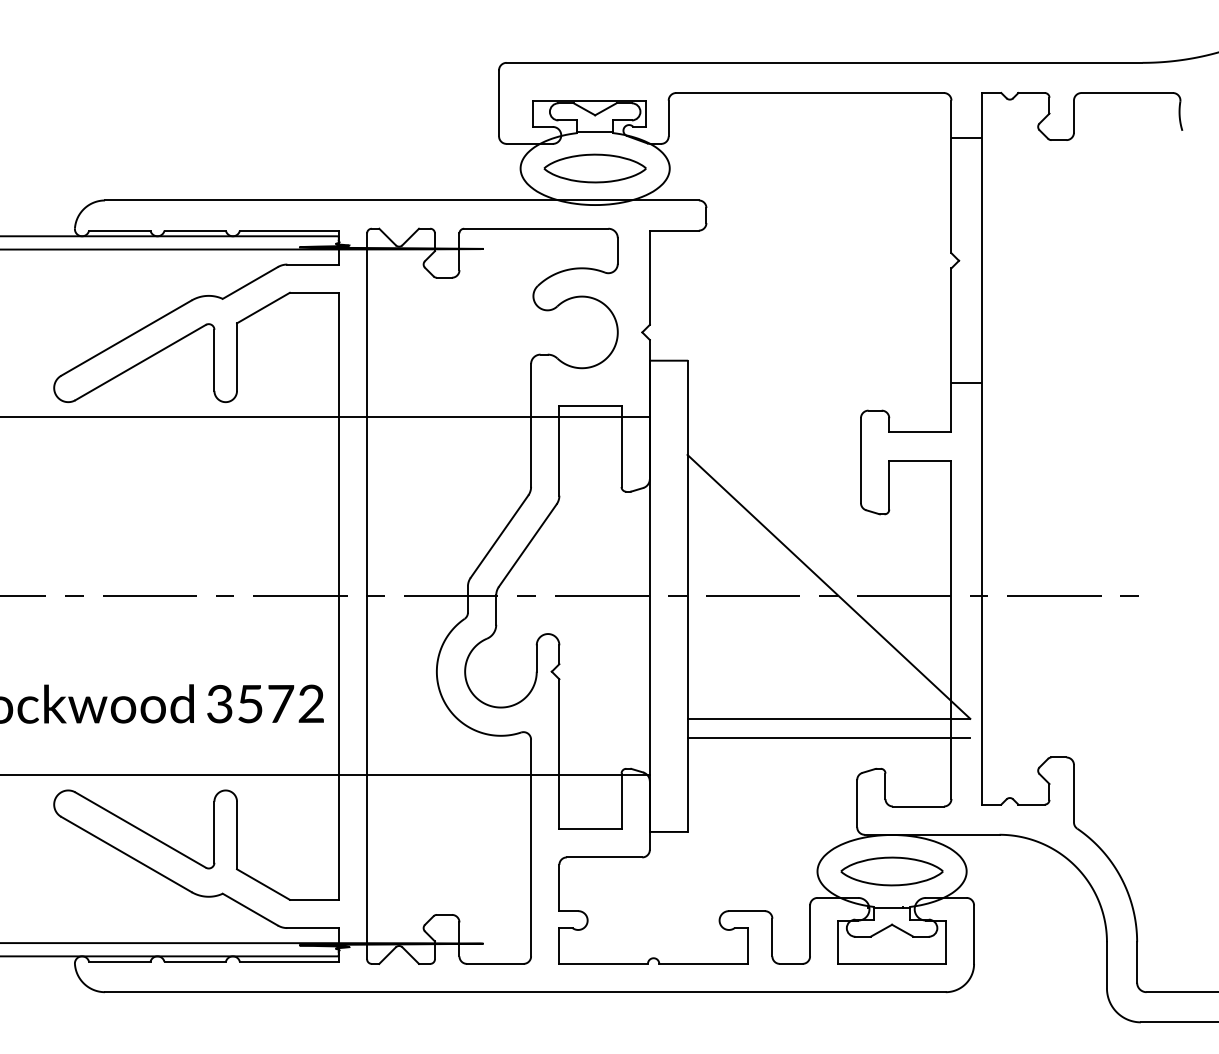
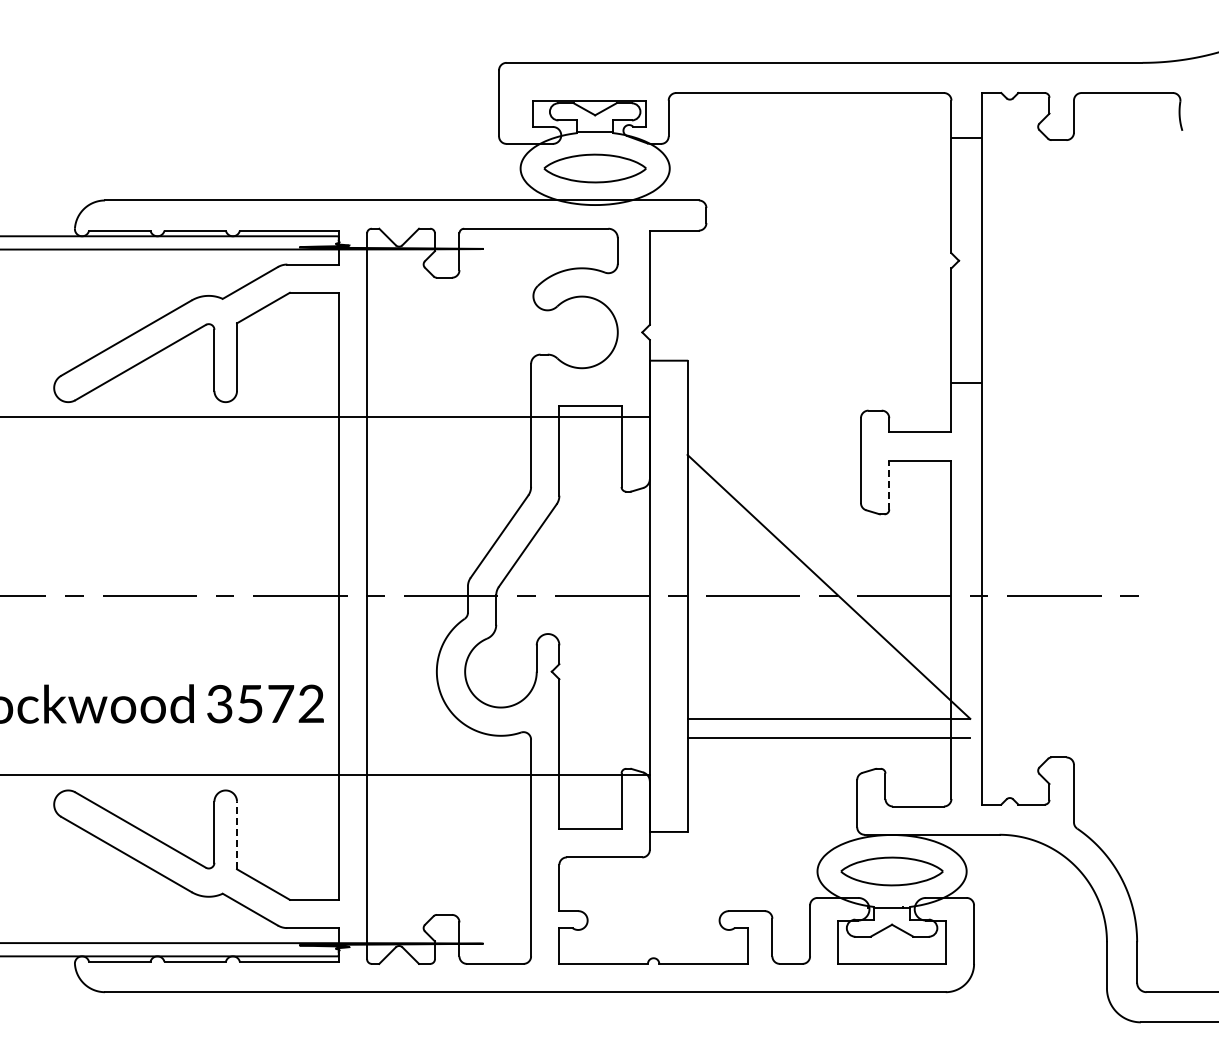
line at (889, 485): solid -> dashed
line at (237, 835): solid -> dashed
